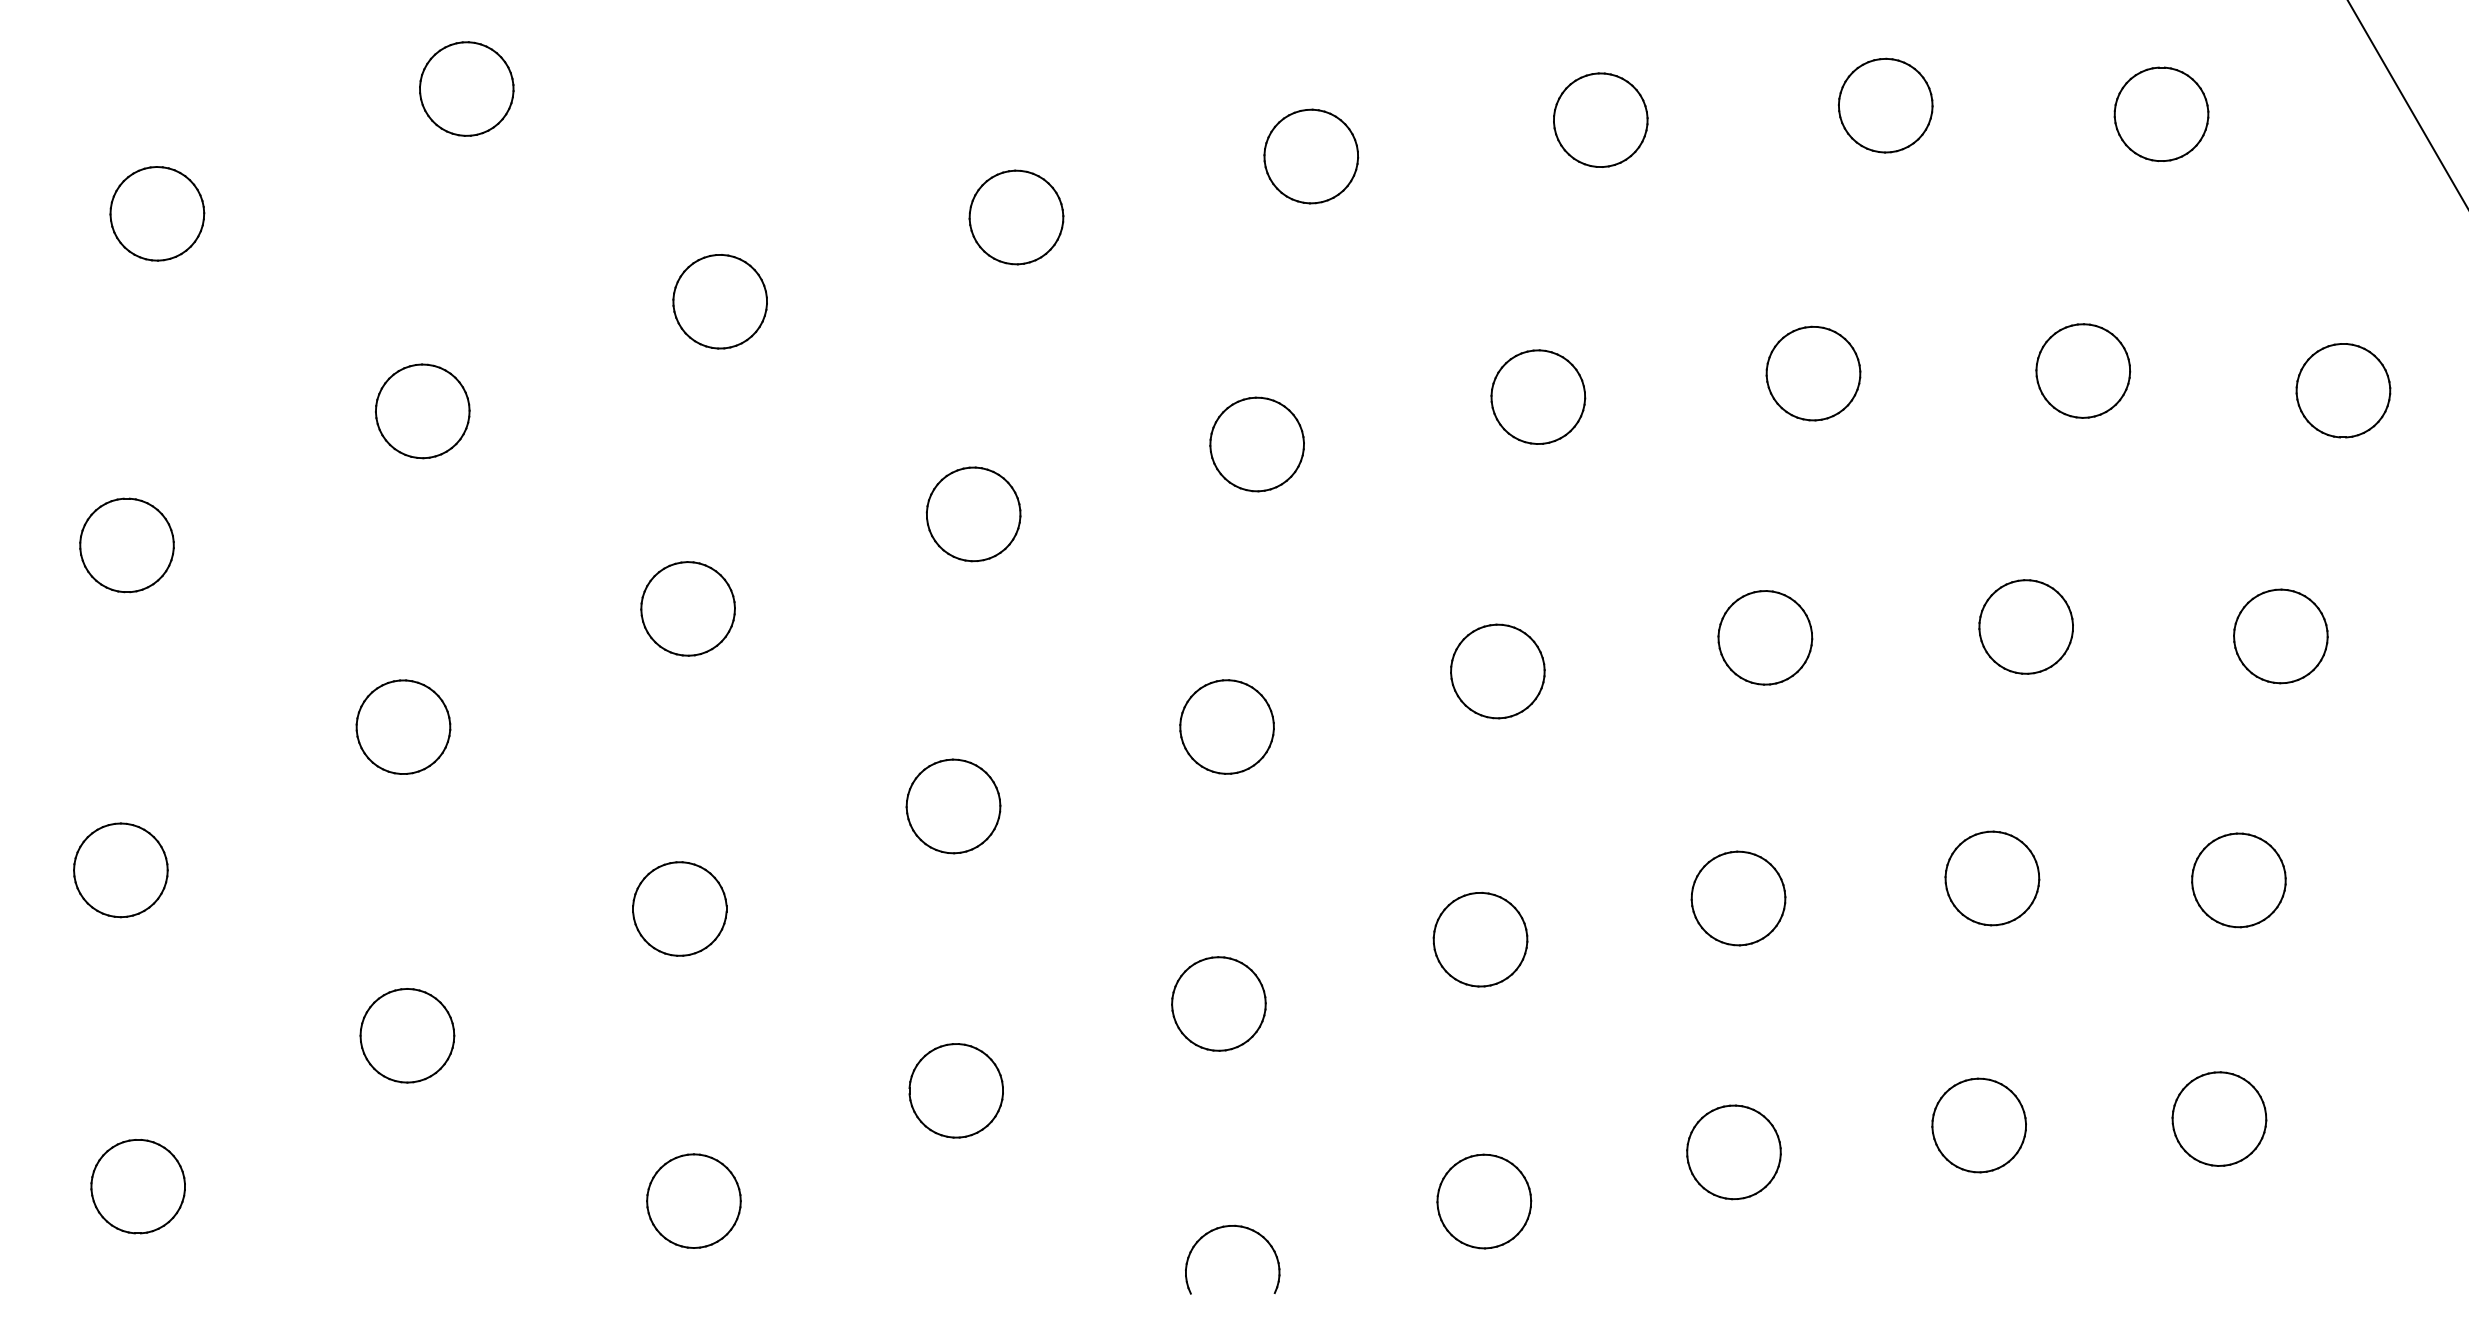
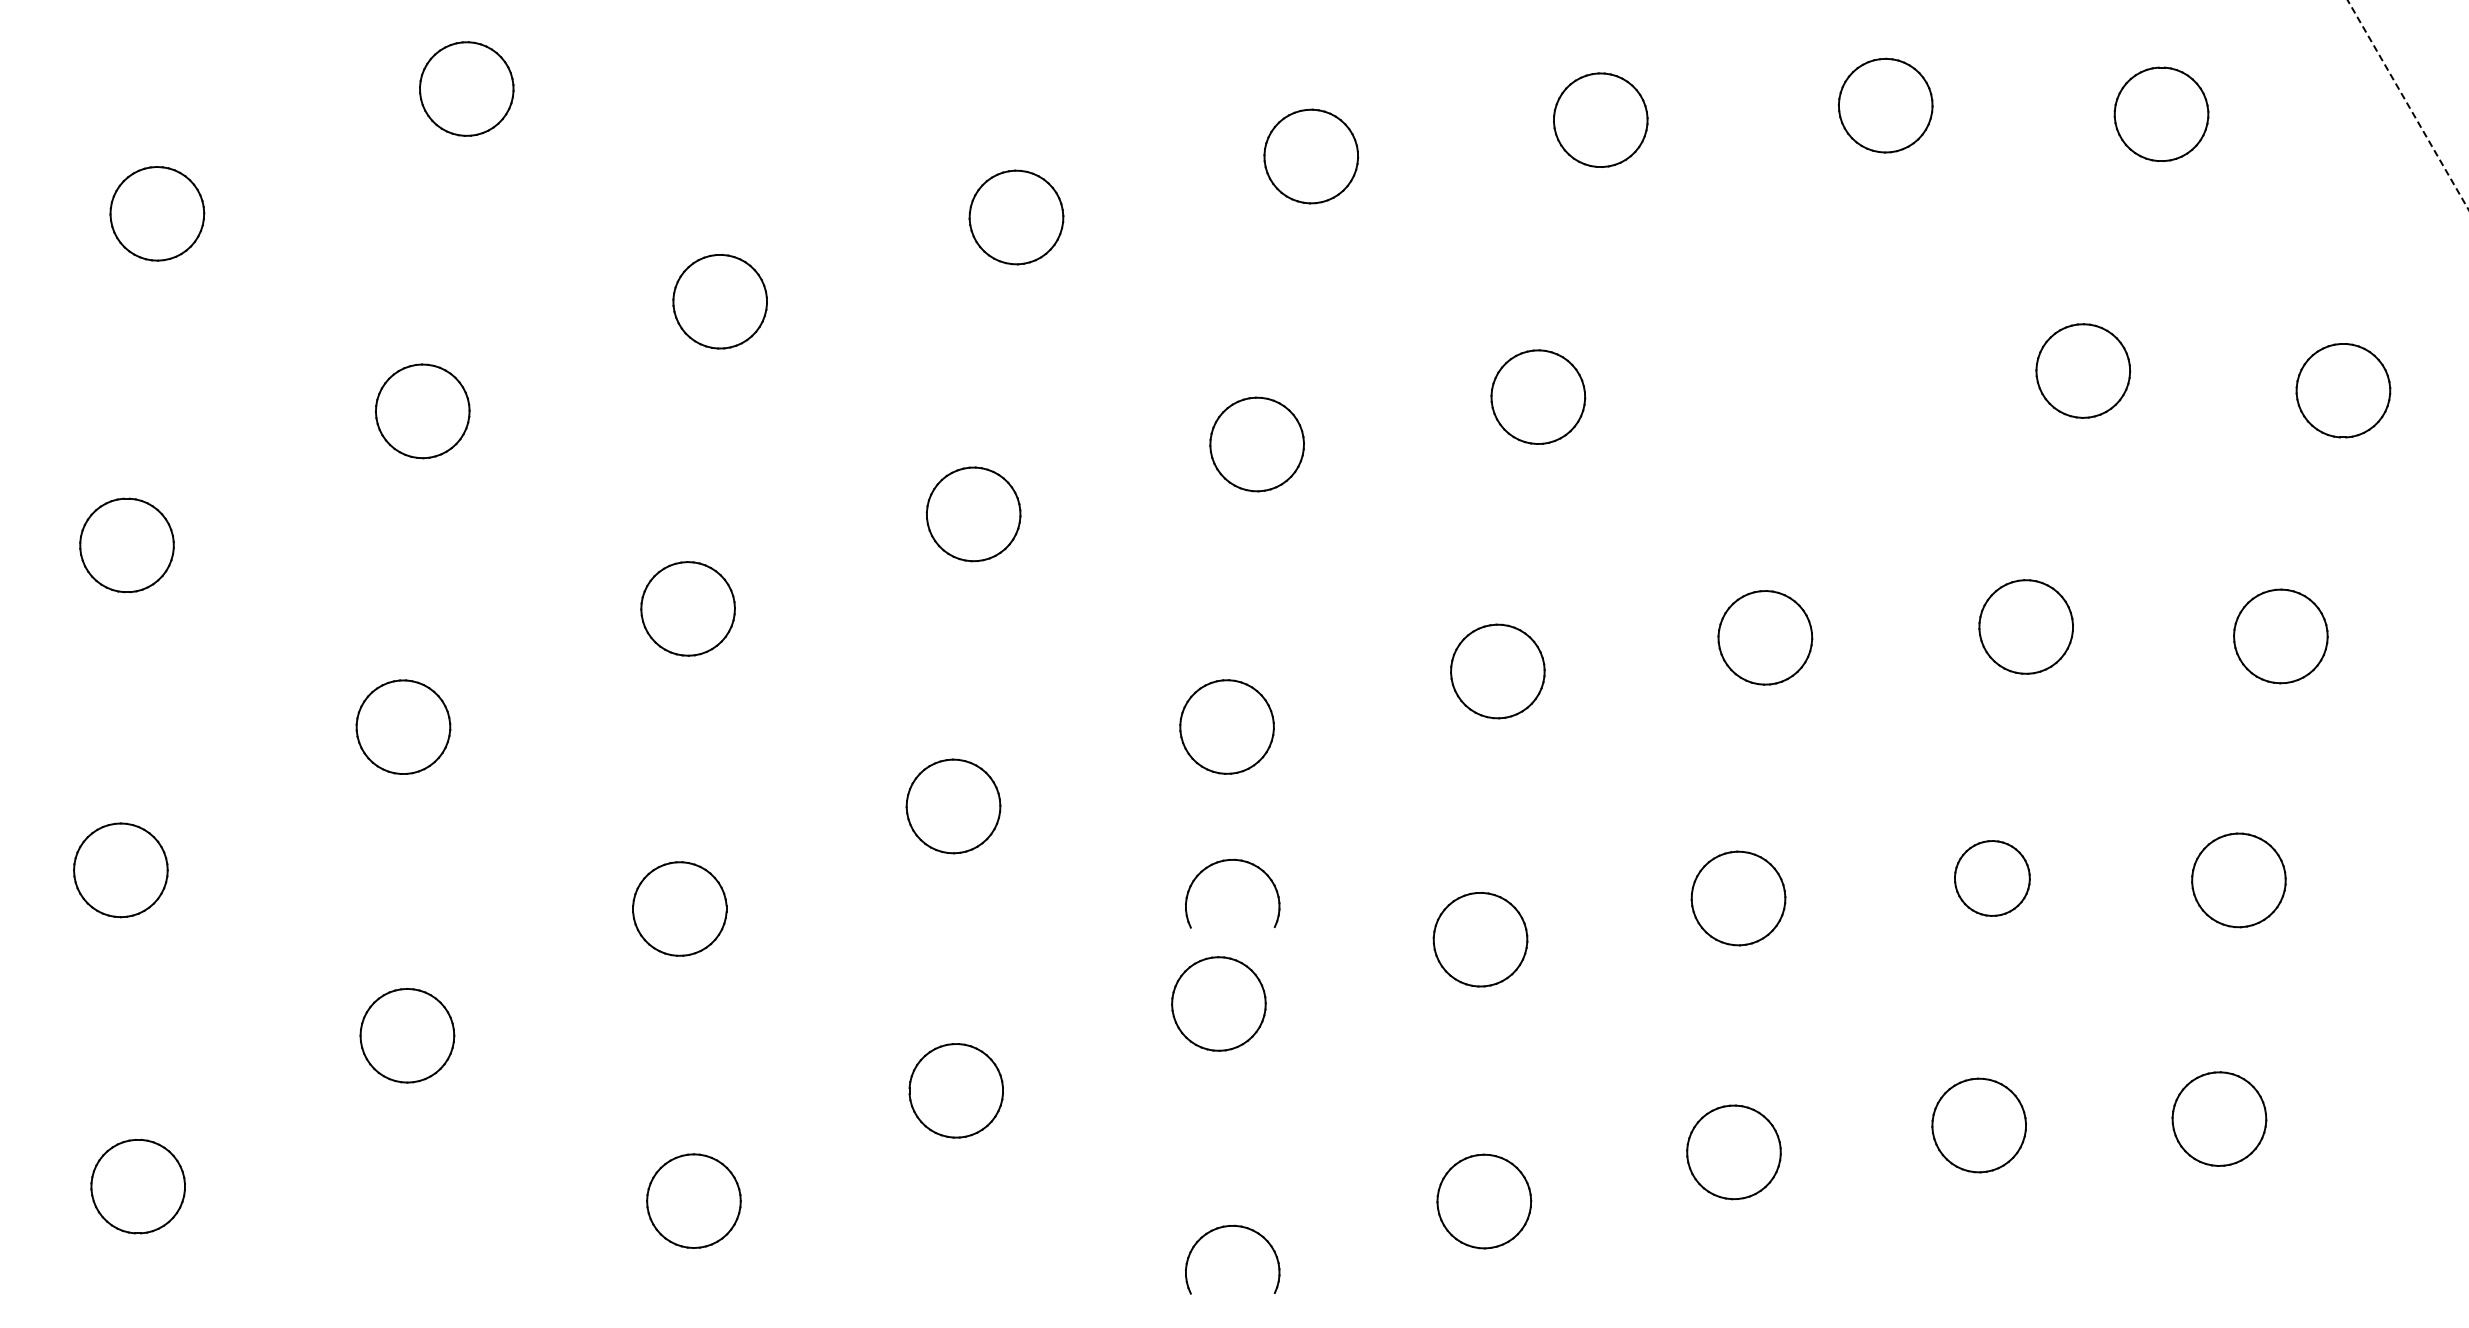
line at (2408, 105): solid -> dashed
part at (1813, 373): present -> none
part at (1227, 861): none -> present
part at (1992, 878) size: 97x97 px -> 77x77 px
